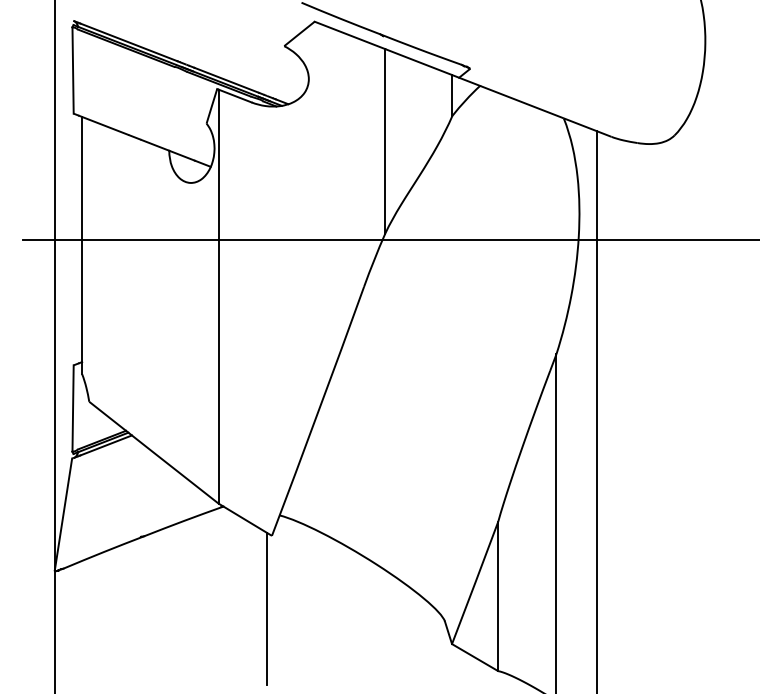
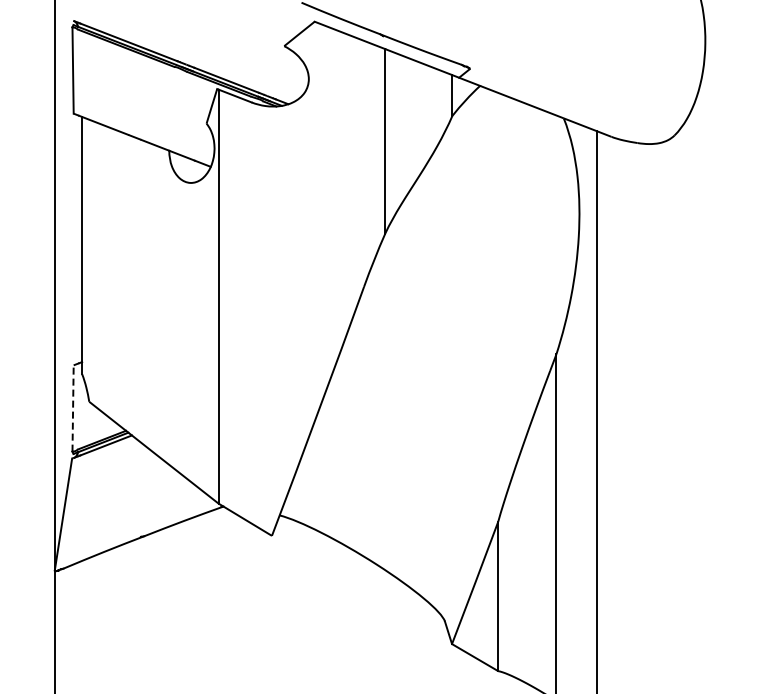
line at (389, 239): present -> none
line at (73, 407): solid -> dashed
line at (266, 608): present -> none
